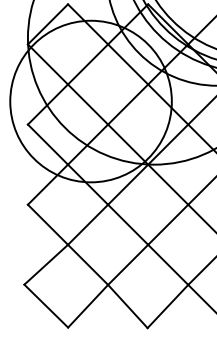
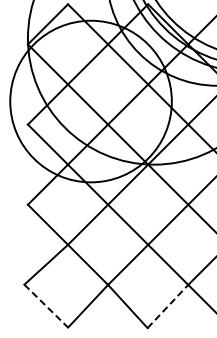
line at (46, 306): solid -> dashed
line at (167, 306): solid -> dashed
